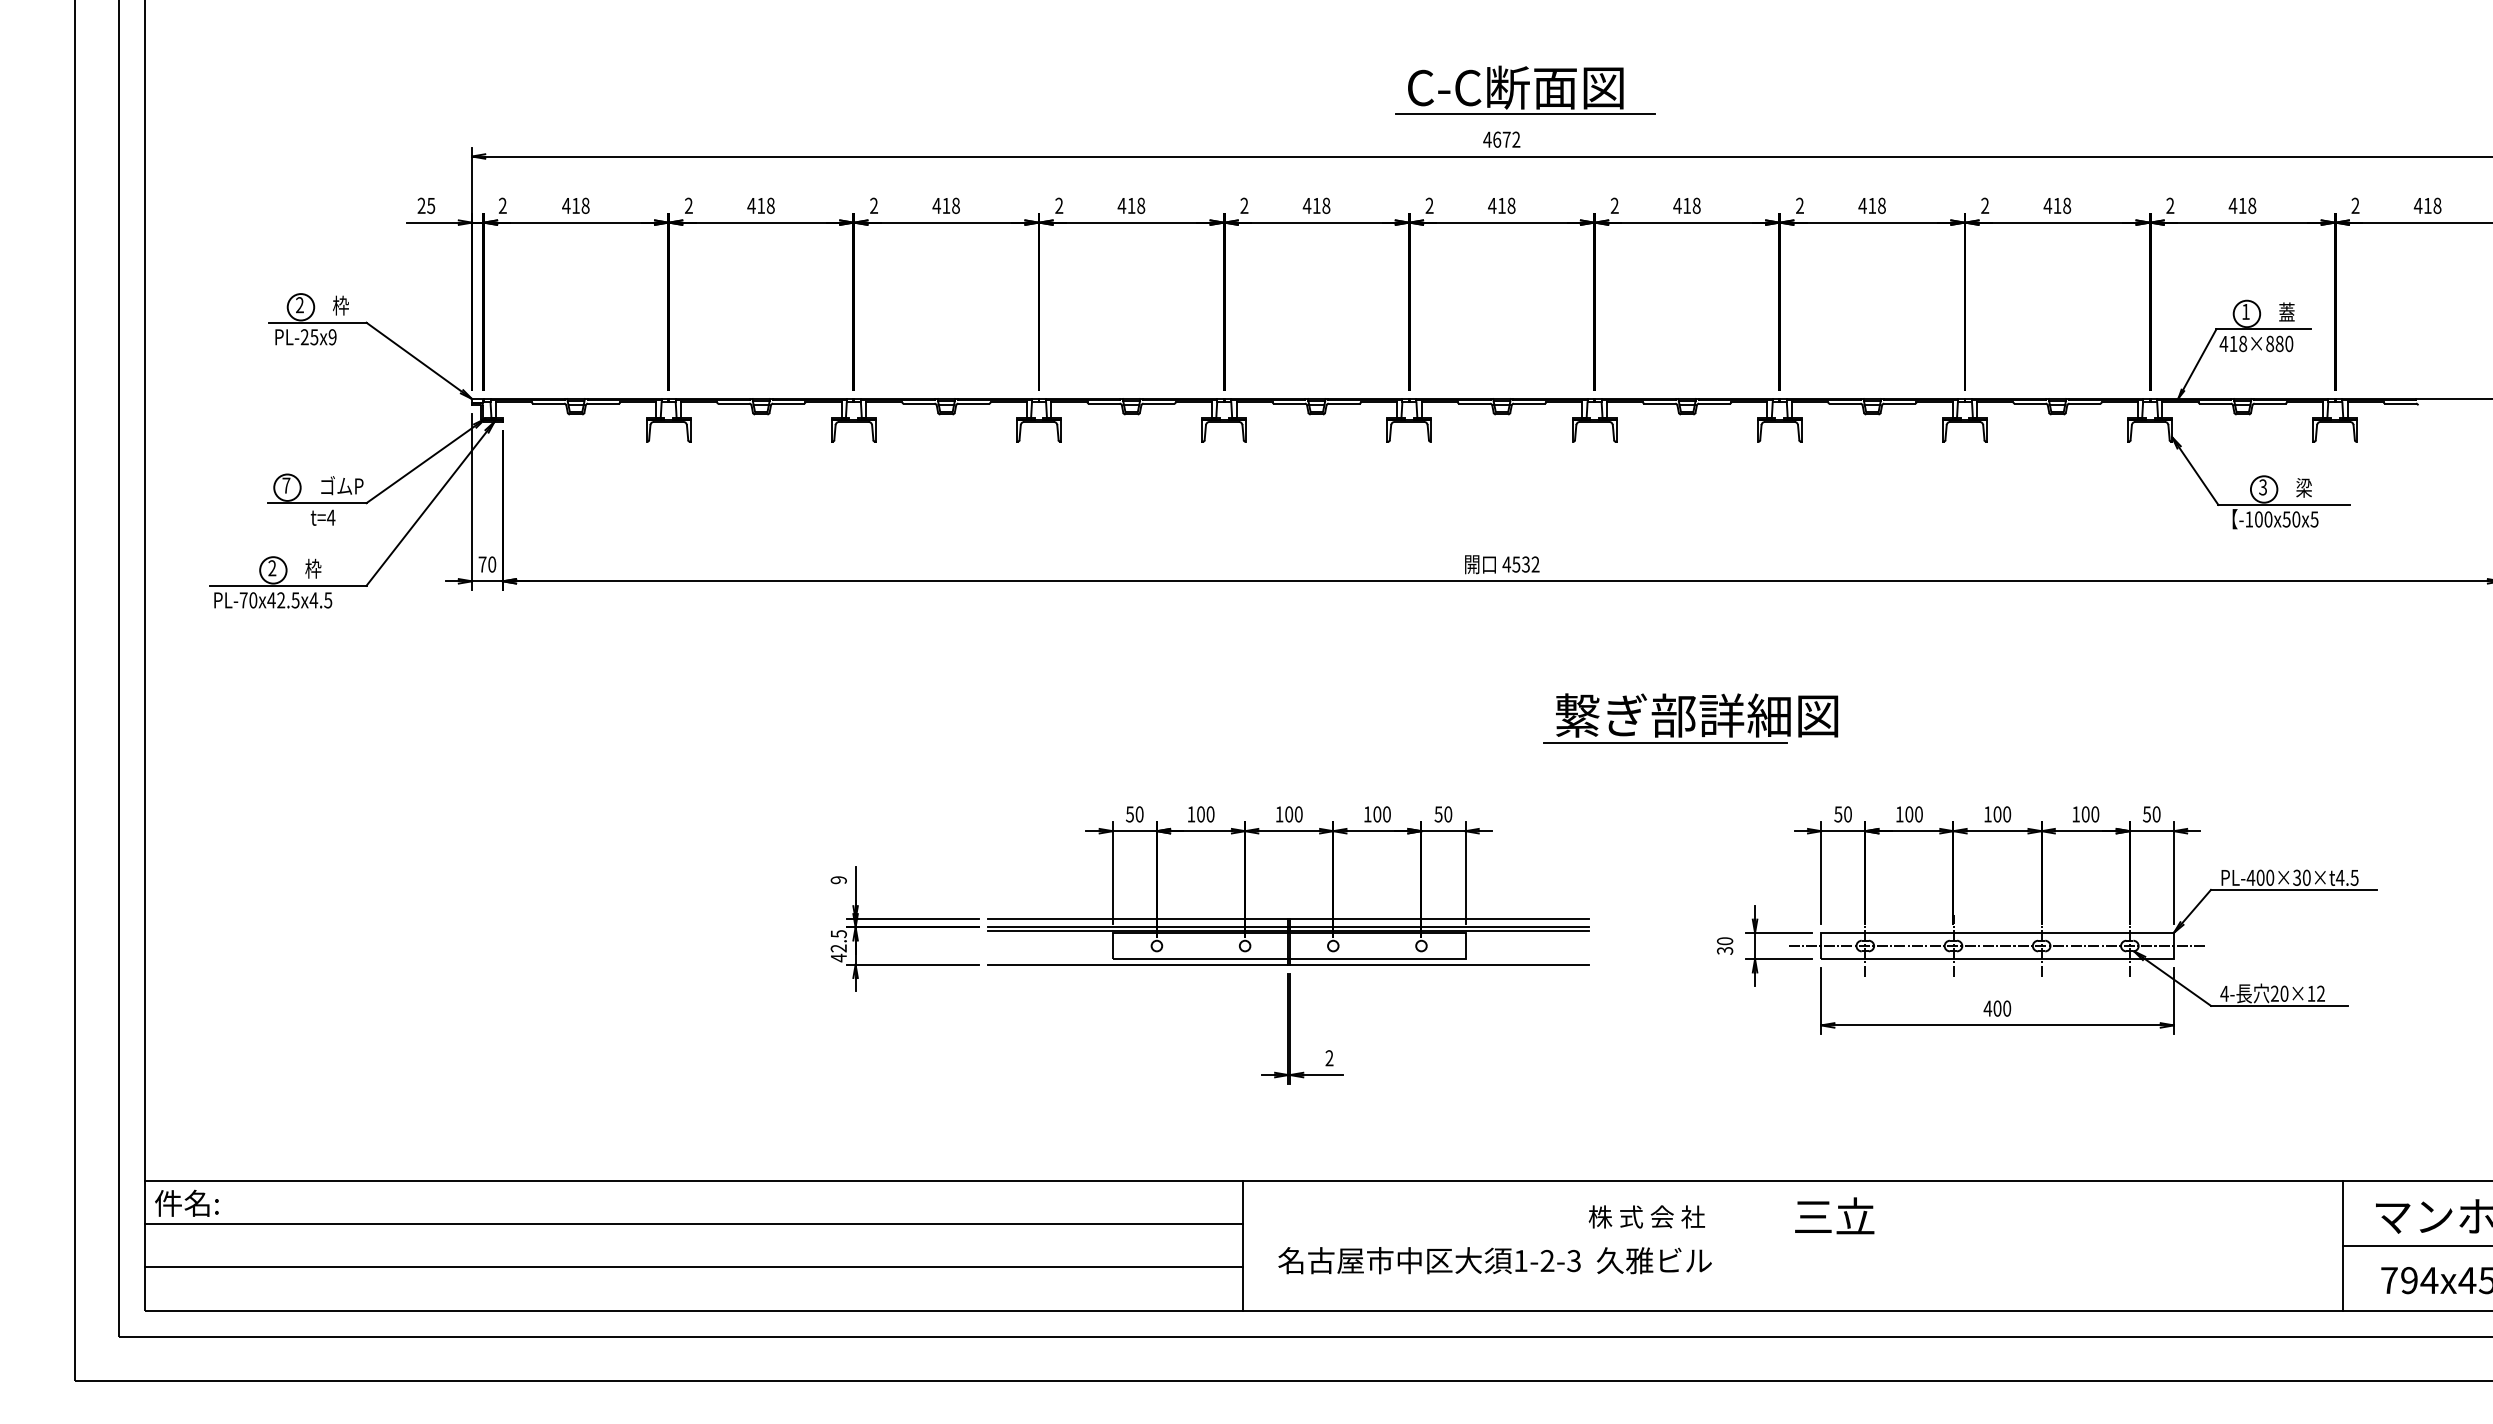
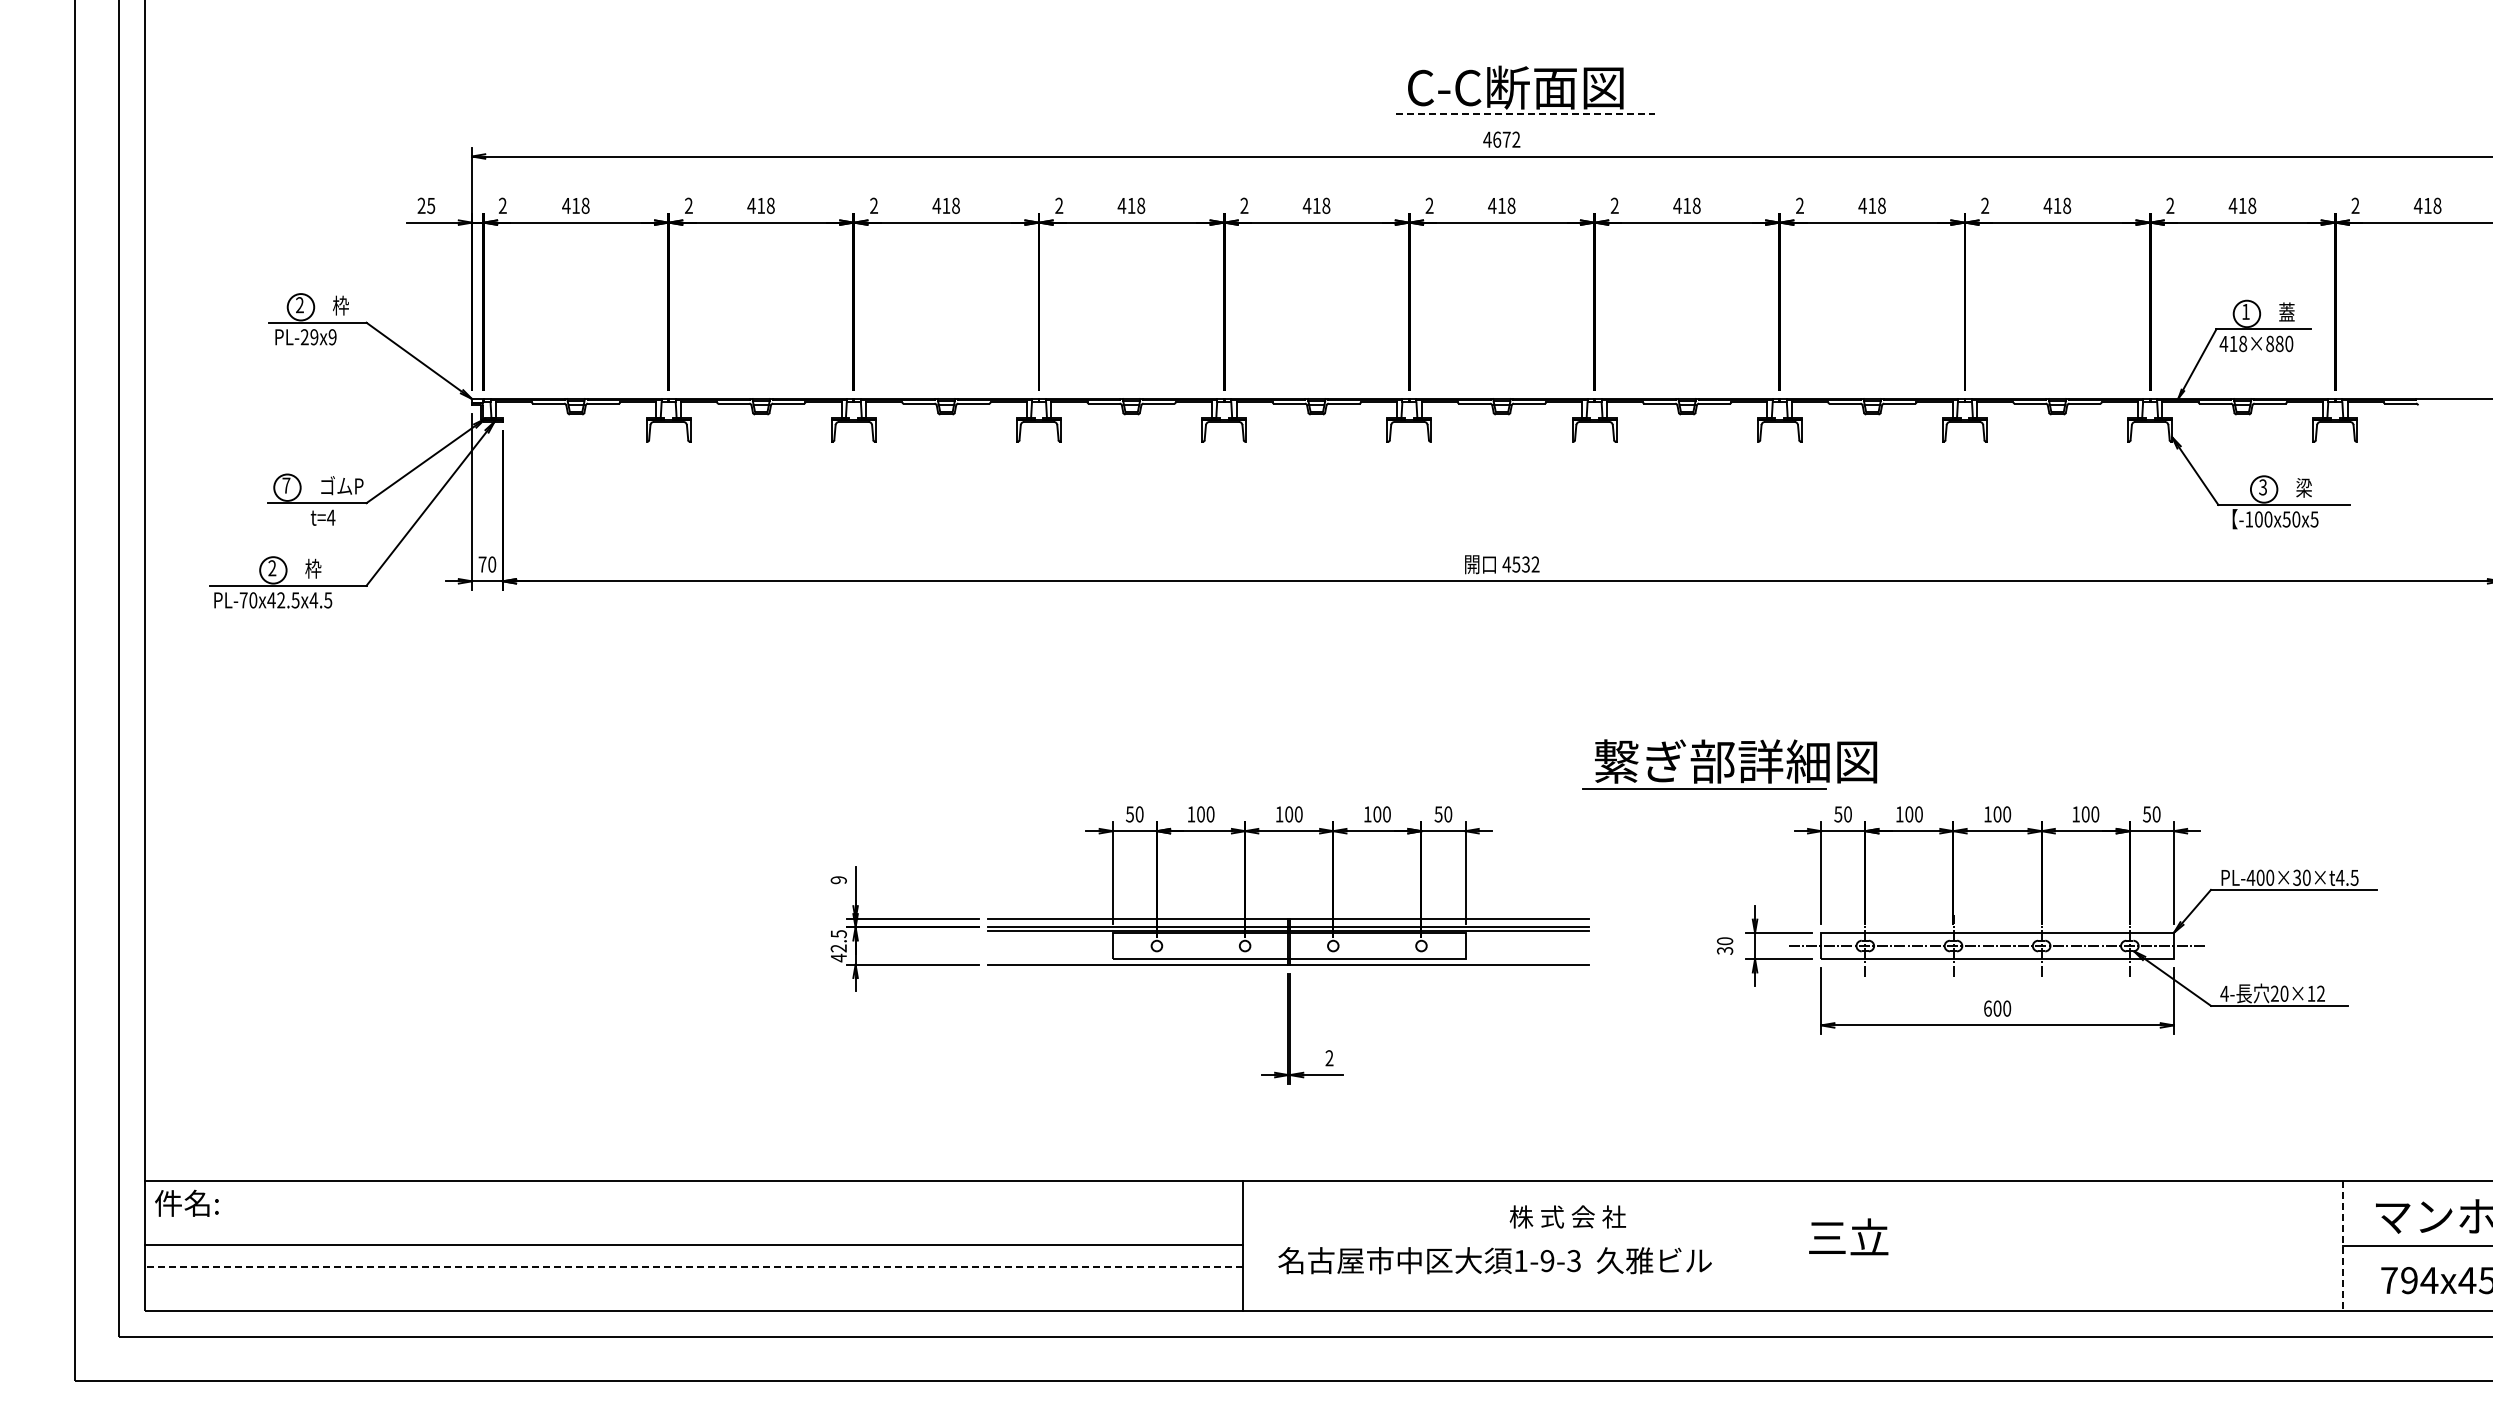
line at (1525, 114): solid -> dashed
text at (314, 337): PL-25x9 -> PL-29x9
part at (1690, 718) position: (1690, 718) -> (1729, 764)
text at (1987, 1008): 400 -> 600
text at (1834, 1215) position: (1834, 1215) -> (1848, 1236)
text at (1646, 1216) position: (1646, 1216) -> (1567, 1216)
line at (694, 1224) position: (694, 1224) -> (694, 1245)
line at (2342, 1245): solid -> dashed
text at (1547, 1261): 1-2-3 -> 1-9-3
line at (694, 1267): solid -> dashed
